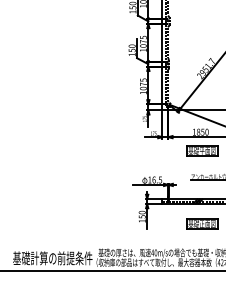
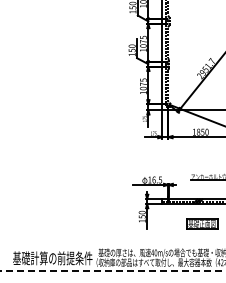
part at (202, 150): present -> none
line at (113, 271): solid -> dashed
